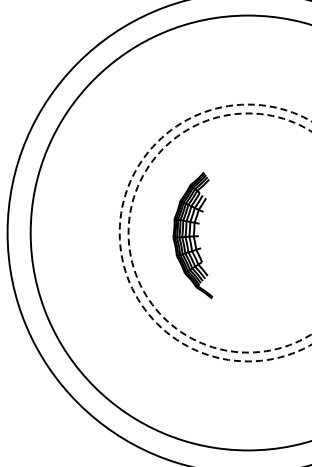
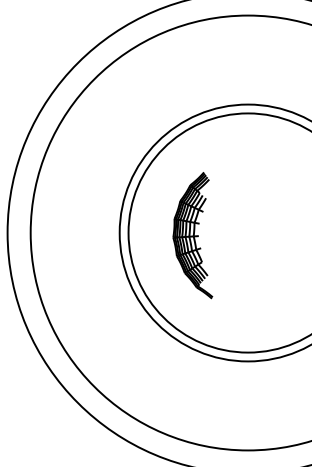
circle at (215, 232): dashed -> solid
circle at (219, 232): dashed -> solid
